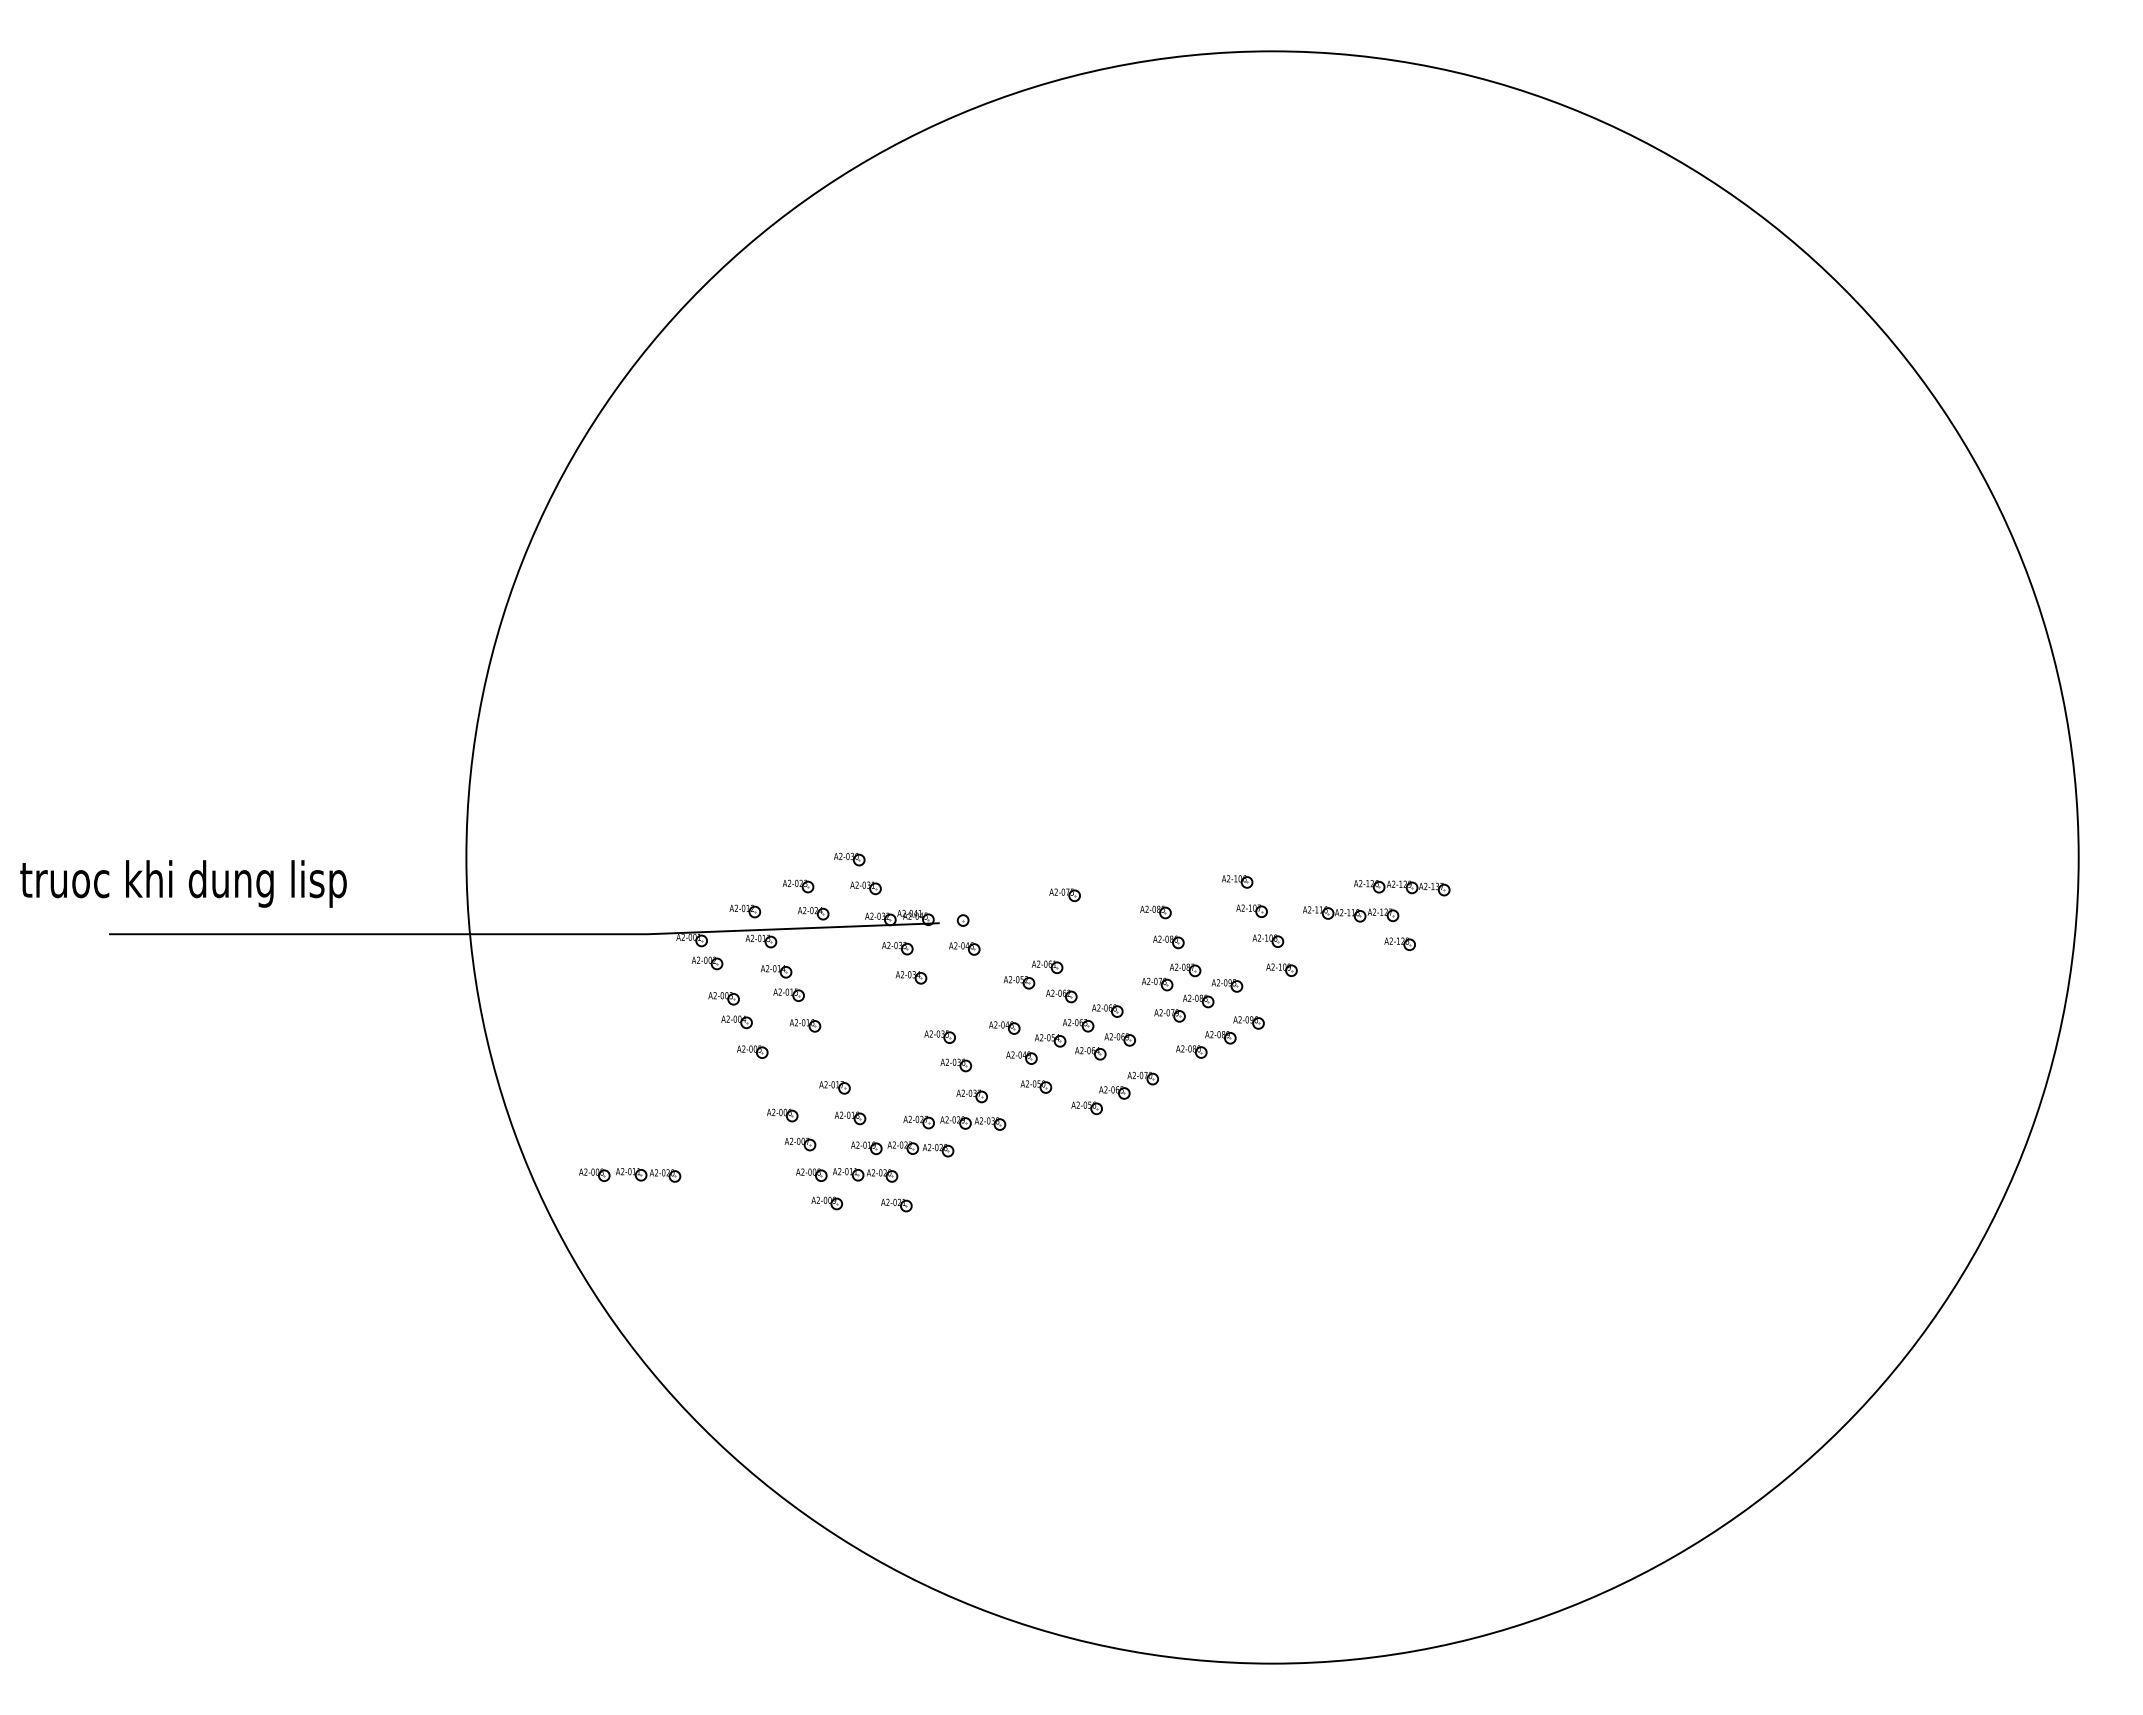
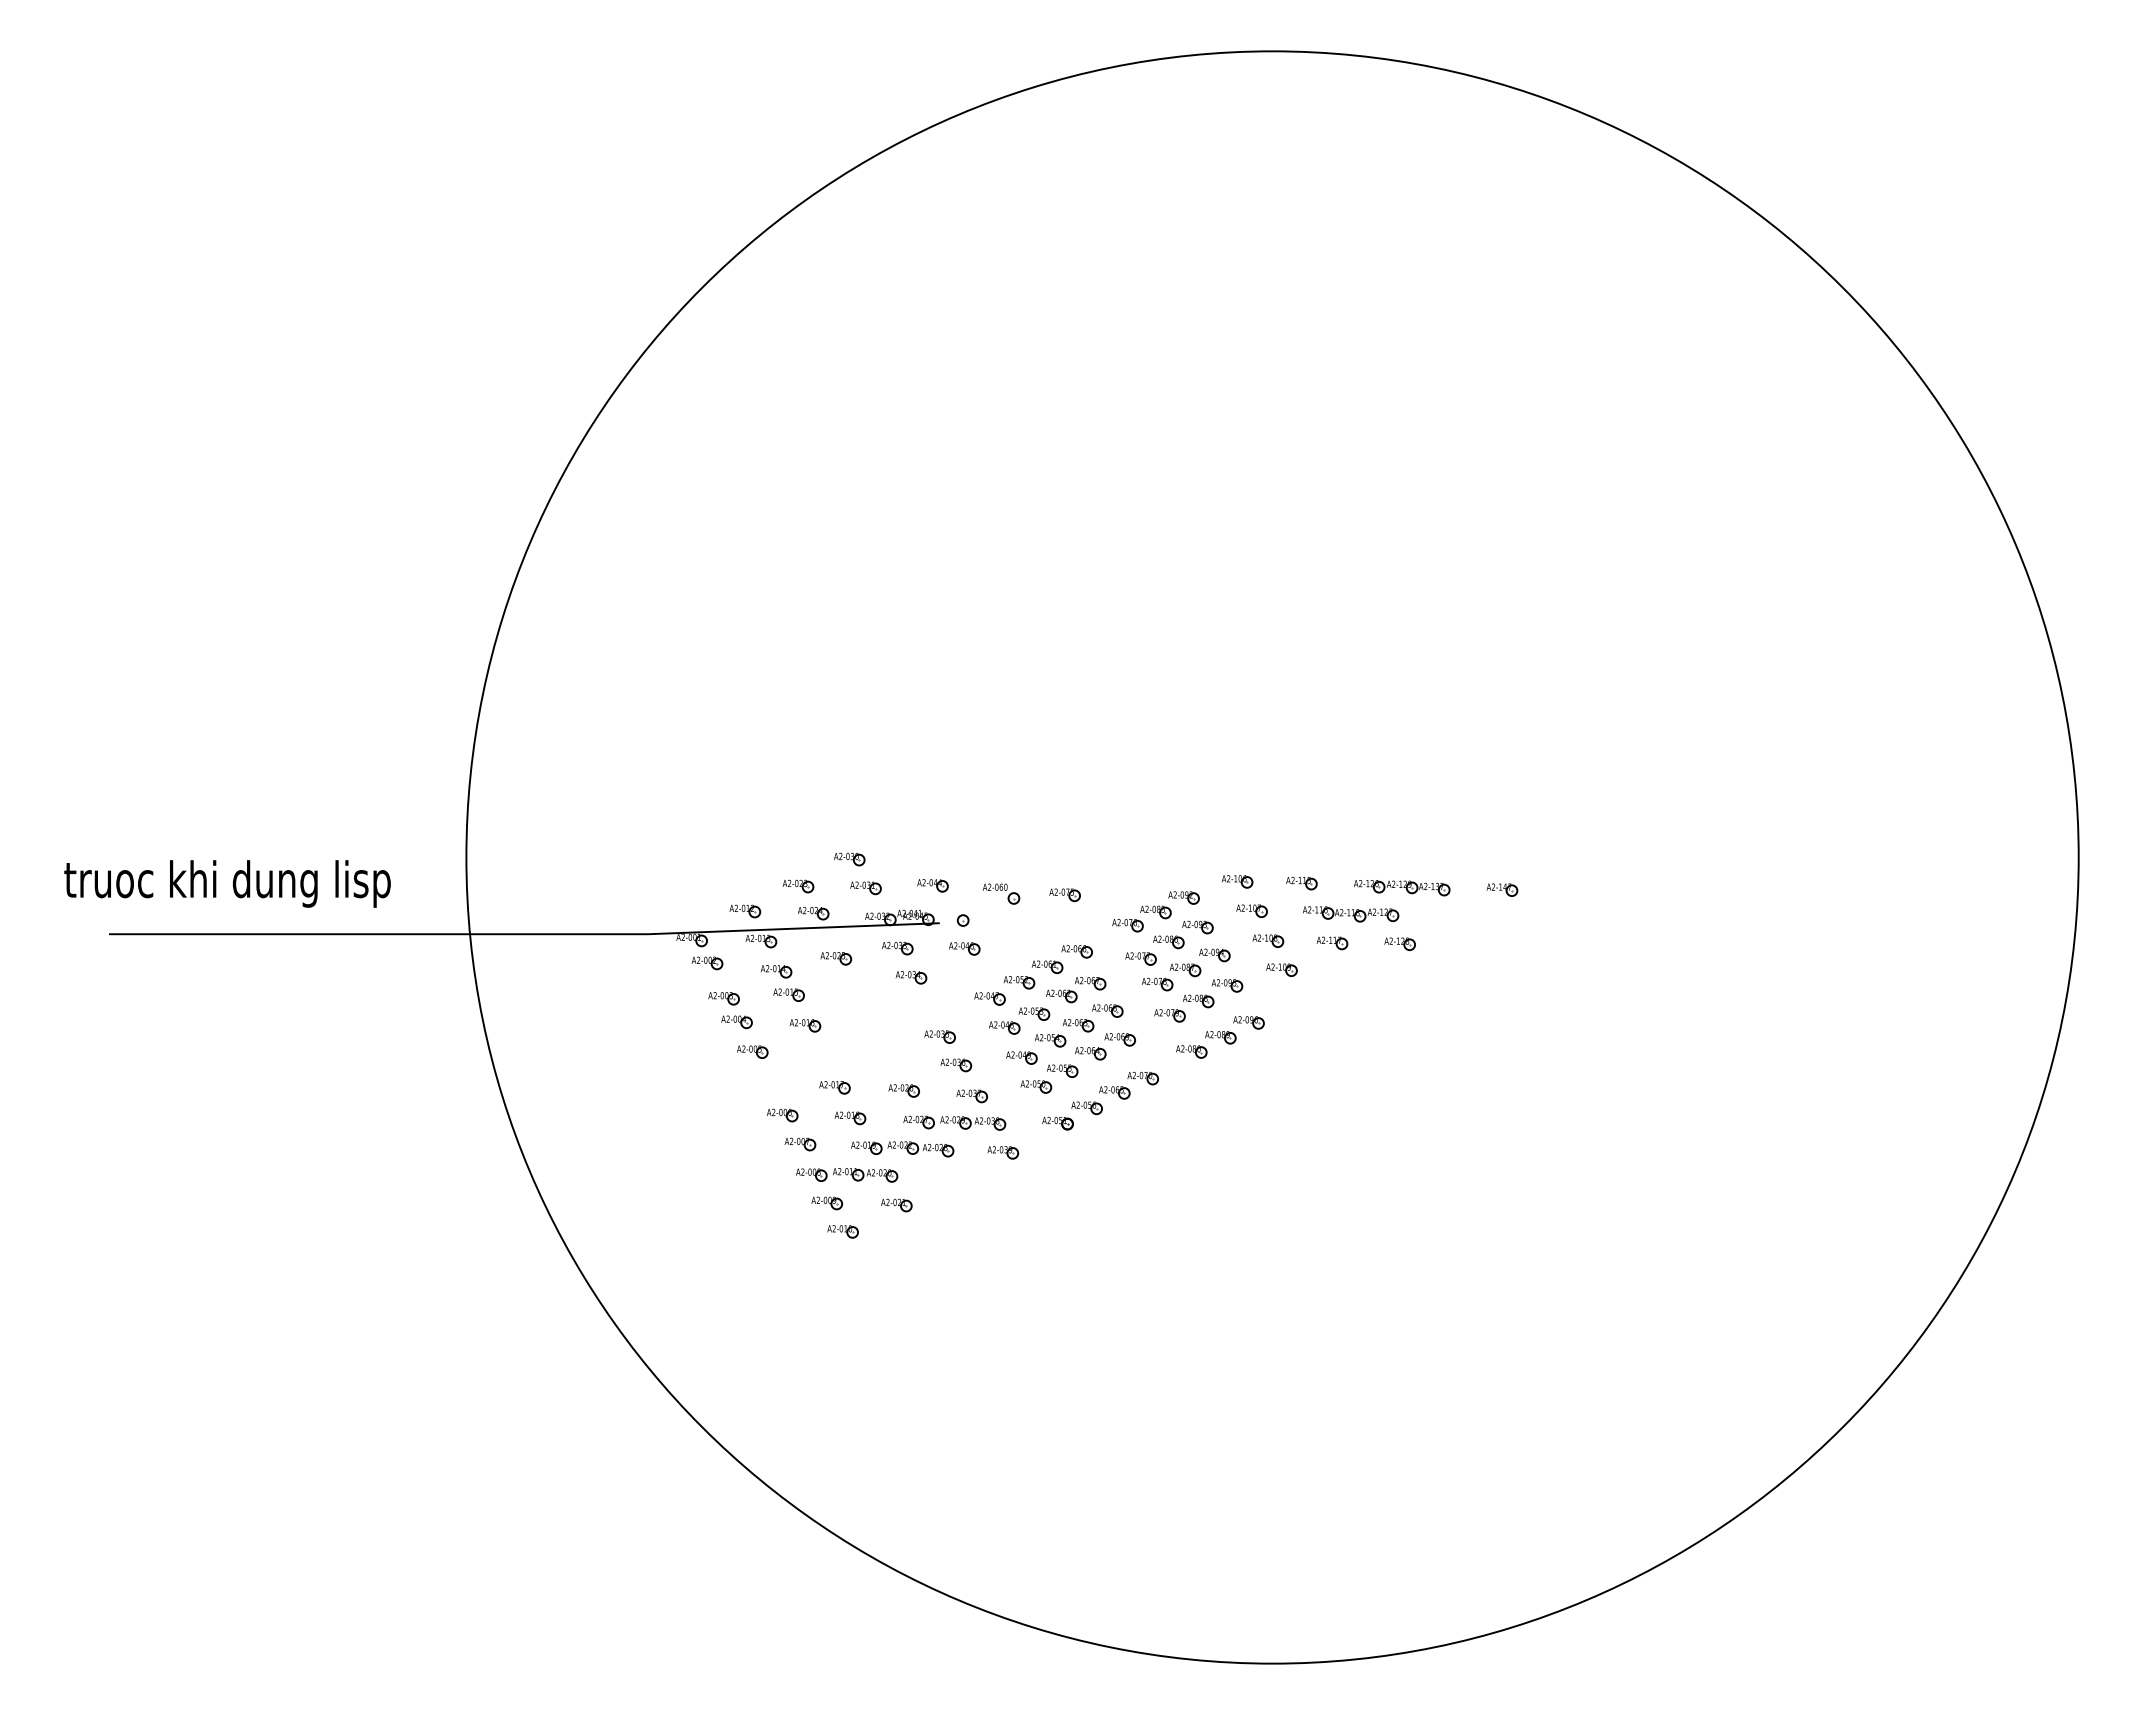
text at (183, 883) position: (183, 883) -> (227, 883)
part at (1301, 883): none -> present
part at (932, 885): none -> present
part at (1502, 889): none -> present
part at (1001, 893): none -> present
part at (1183, 897): none -> present
part at (1127, 925): none -> present
part at (1197, 927): none -> present
part at (1332, 943): none -> present
part at (1076, 951): none -> present
part at (1214, 955): none -> present
part at (836, 958): none -> present
part at (1140, 958): none -> present
part at (1090, 983): none -> present
part at (989, 998): none -> present
part at (1034, 1013): none -> present
part at (1062, 1070): none -> present
part at (903, 1090): none -> present
part at (1057, 1123): none -> present
part at (1003, 1152): none -> present
part at (630, 1175): present -> none
part at (842, 1231): none -> present
